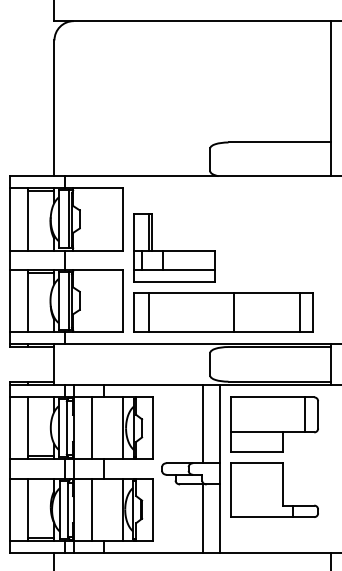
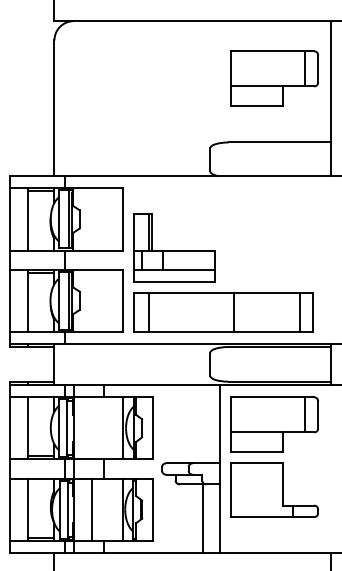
part at (274, 78): none -> present
line at (202, 424): present -> none
line at (91, 428): present -> none
